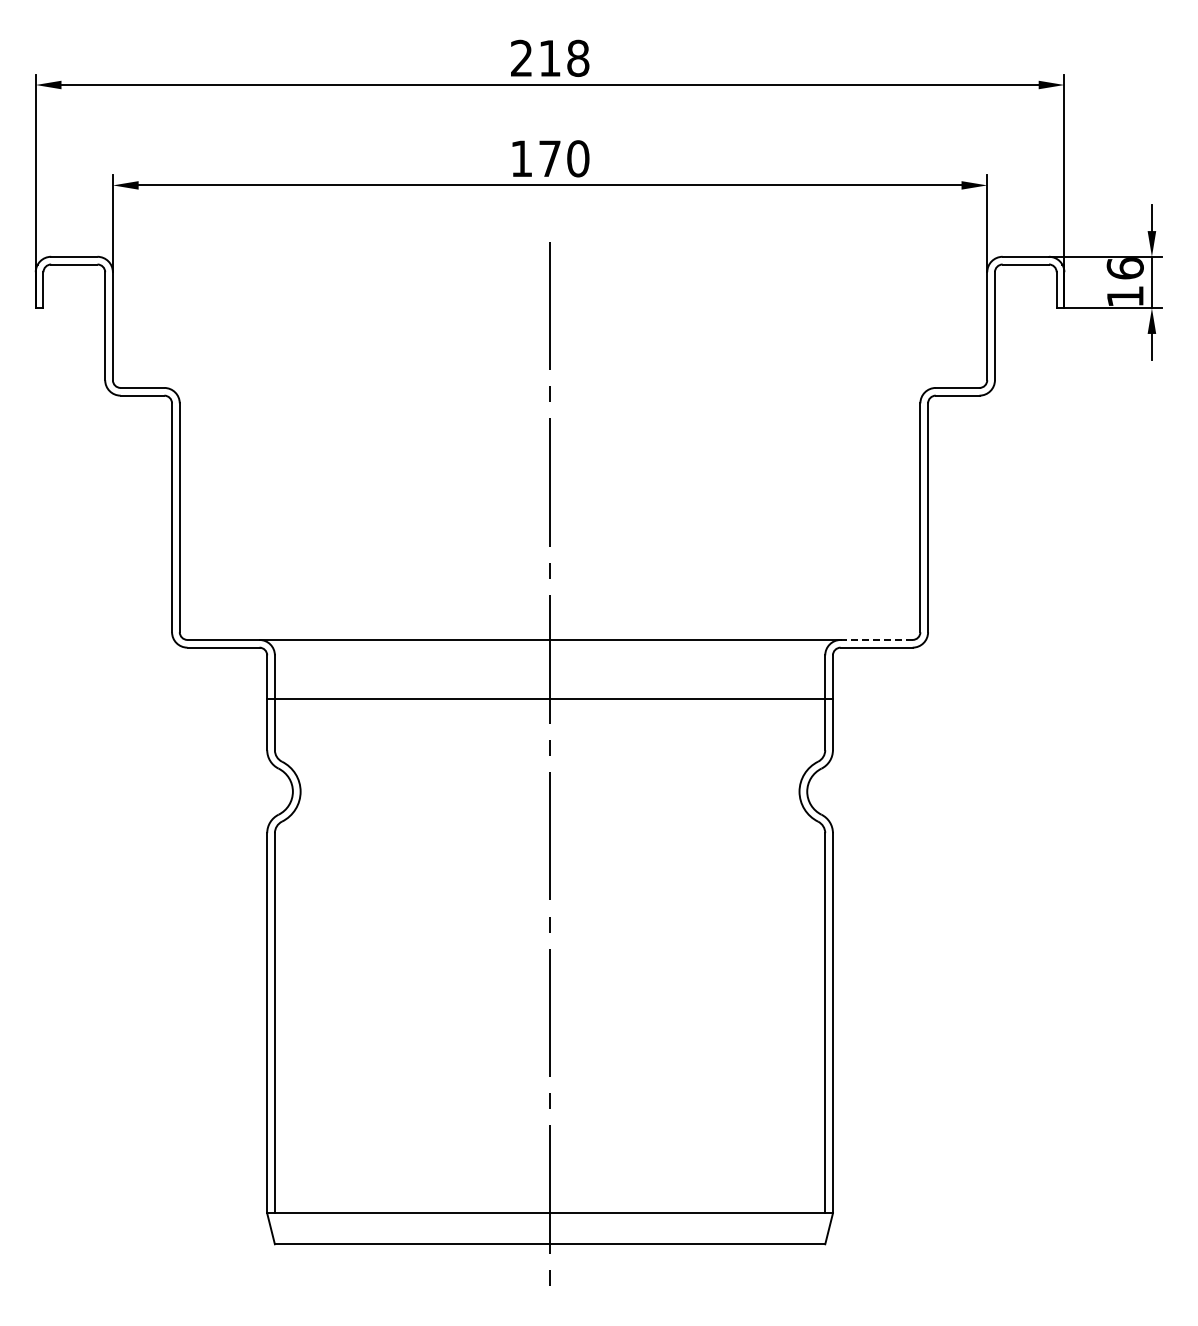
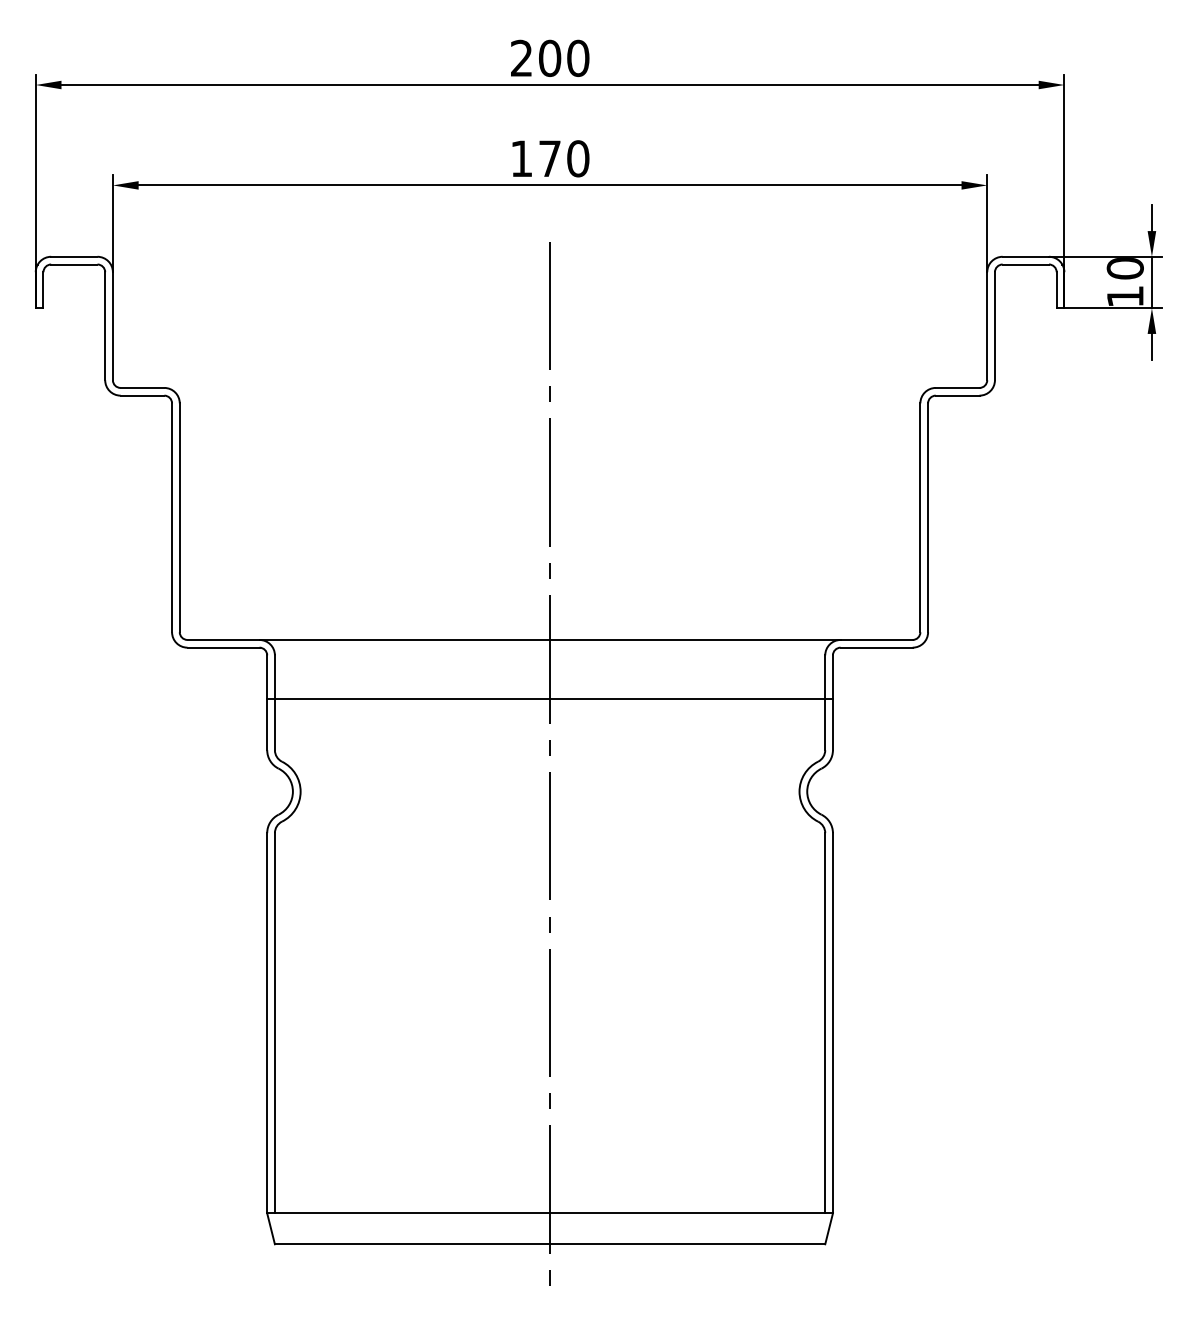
text at (564, 58): 218 -> 200
text at (1124, 268): 16 -> 10
line at (876, 639): dashed -> solid
